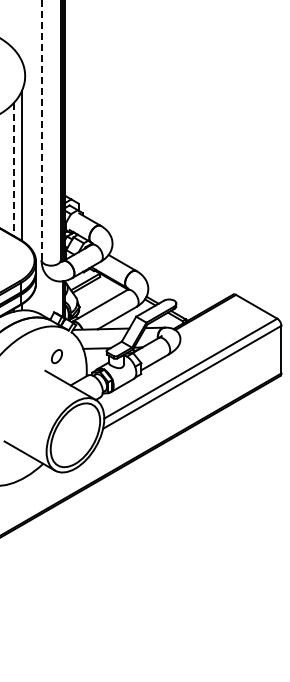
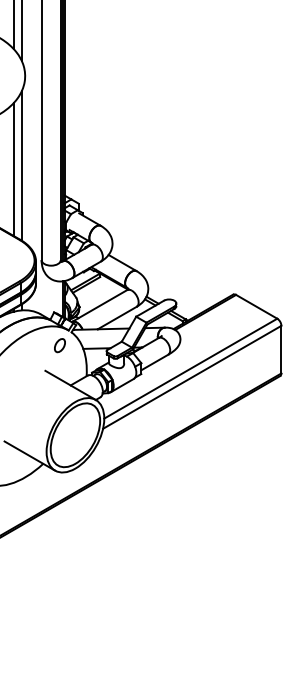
line at (13, 25): none -> present
line at (21, 31): none -> present
line at (41, 130): dashed -> solid
line at (13, 170): dashed -> solid
part at (56, 356) position: (56, 356) -> (59, 345)
